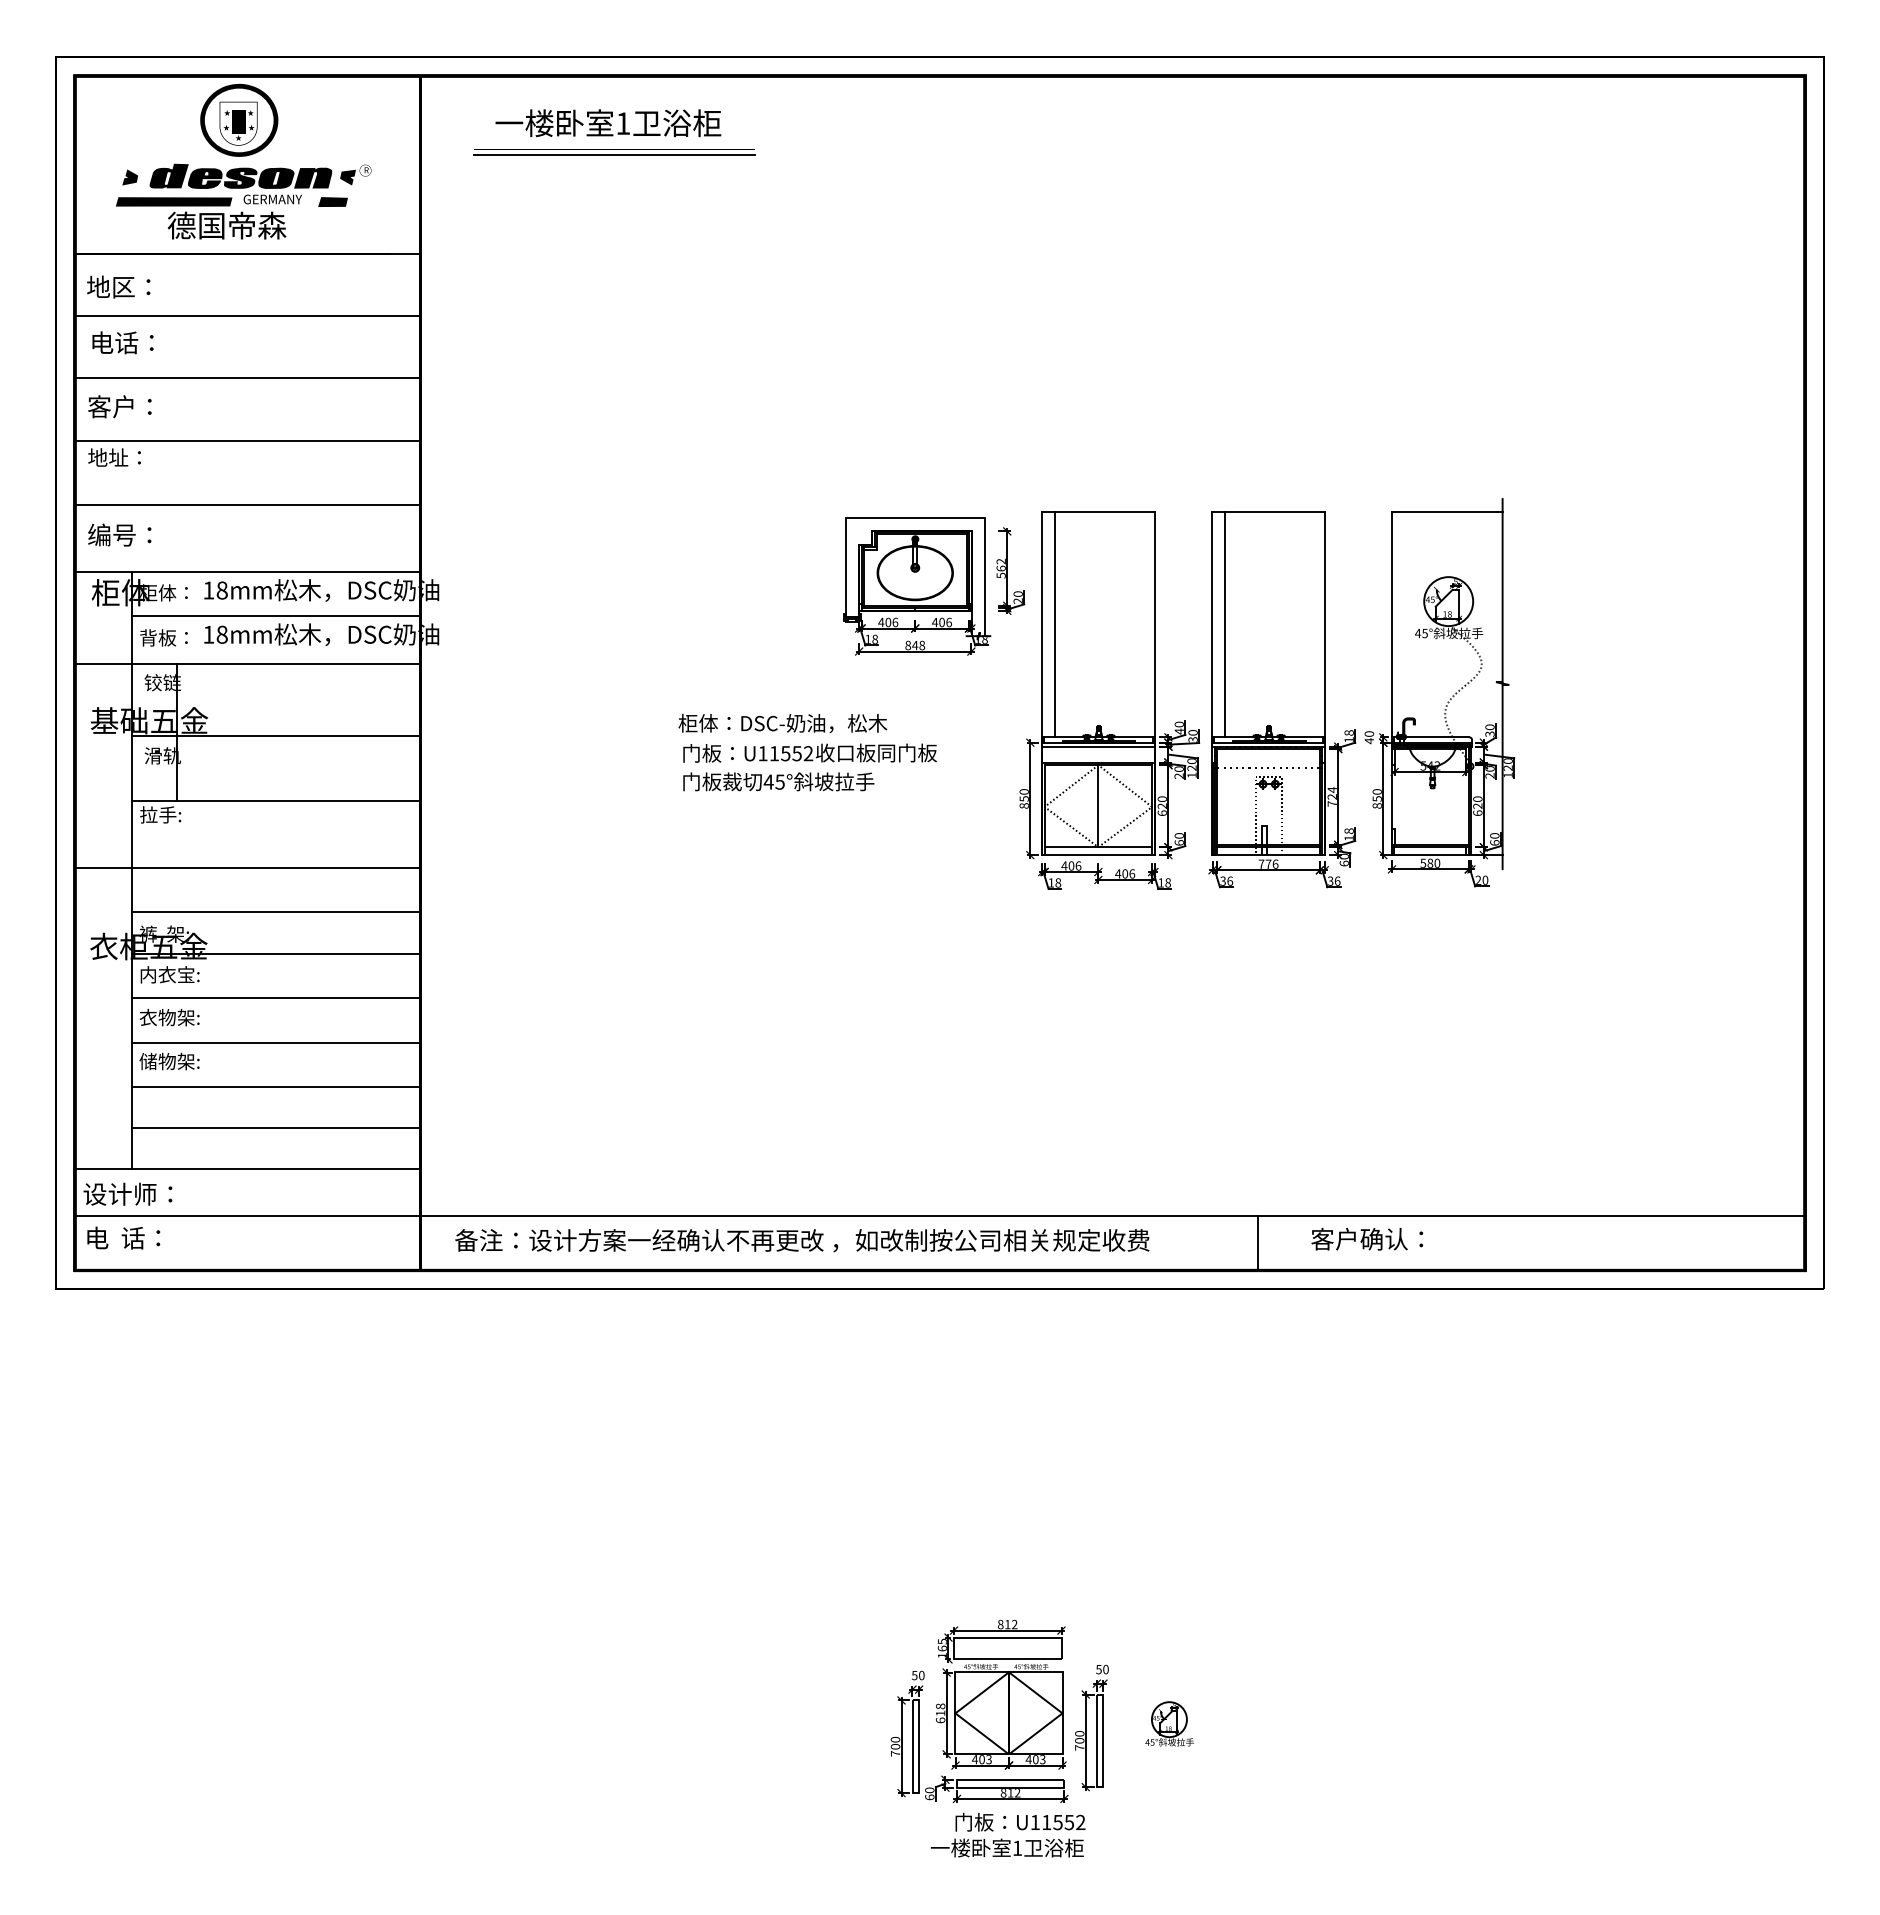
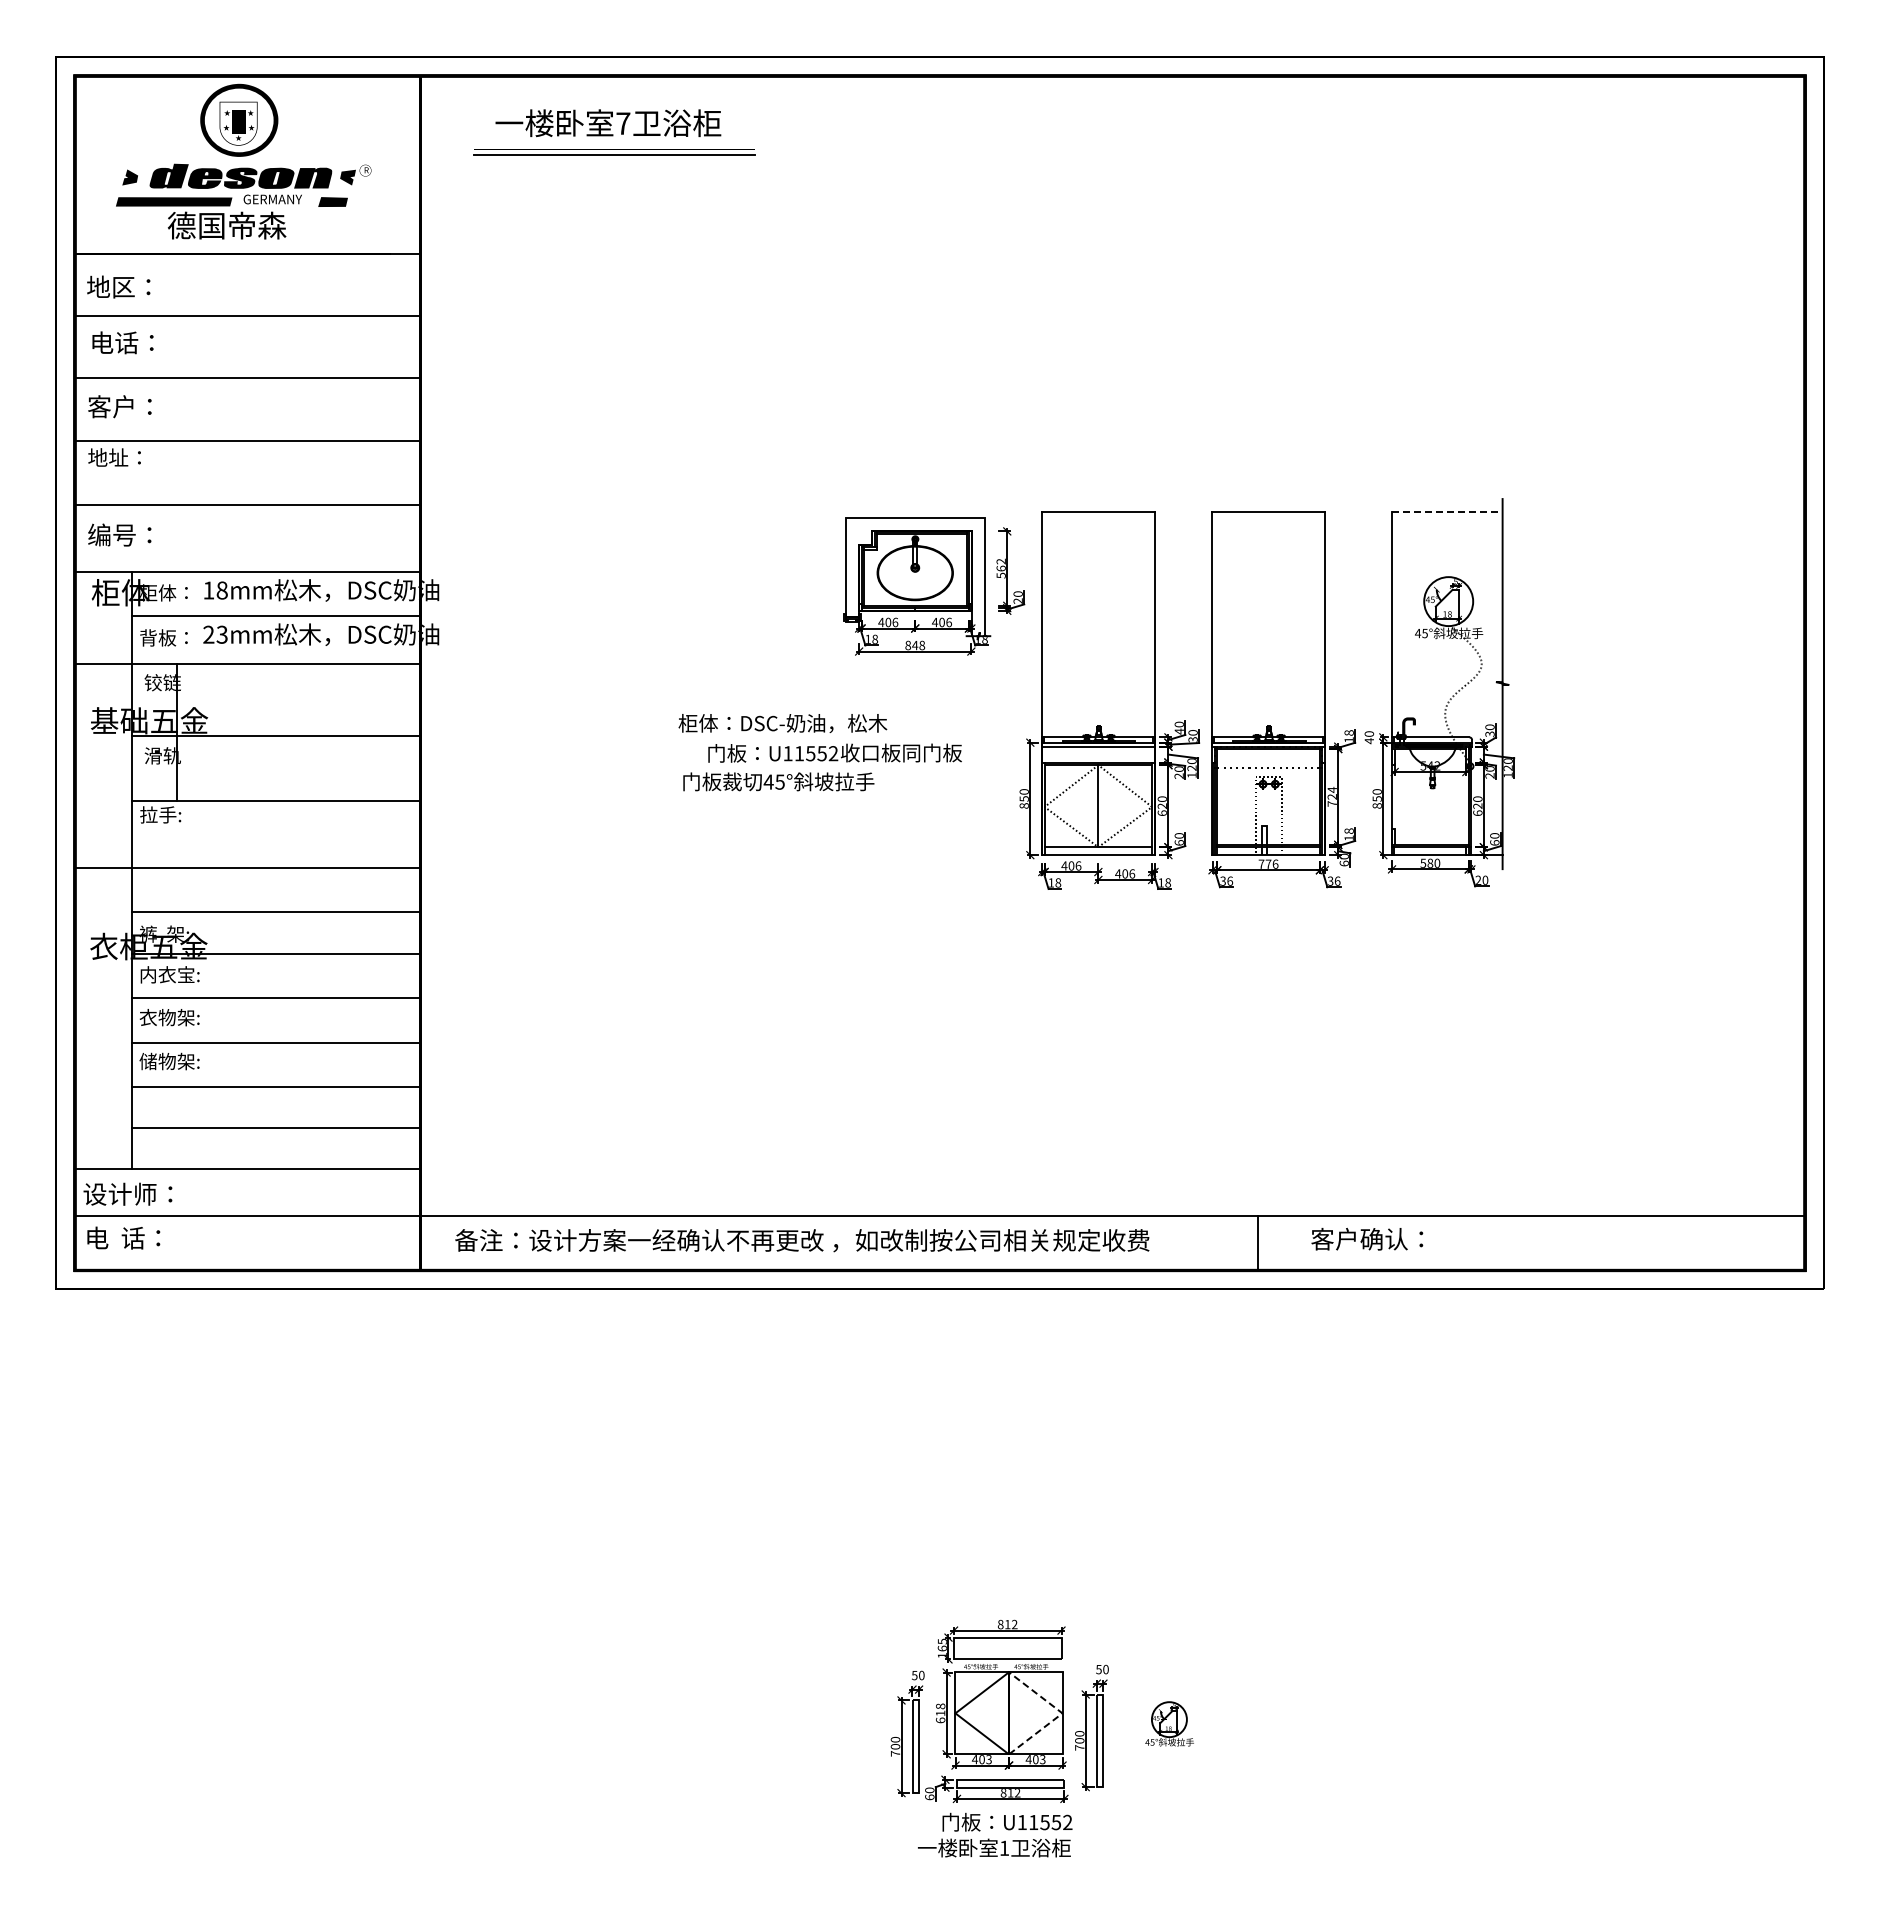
text at (623, 123): 1 -> 7
line at (1447, 511): solid -> dashed
line at (1055, 624): present -> none
line at (1225, 624): present -> none
text at (215, 634): 18mm -> 23mm
text at (809, 752) position: (809, 752) -> (834, 752)
line at (1062, 1713): solid -> dashed
text at (1008, 1834) position: (1008, 1834) -> (995, 1834)
